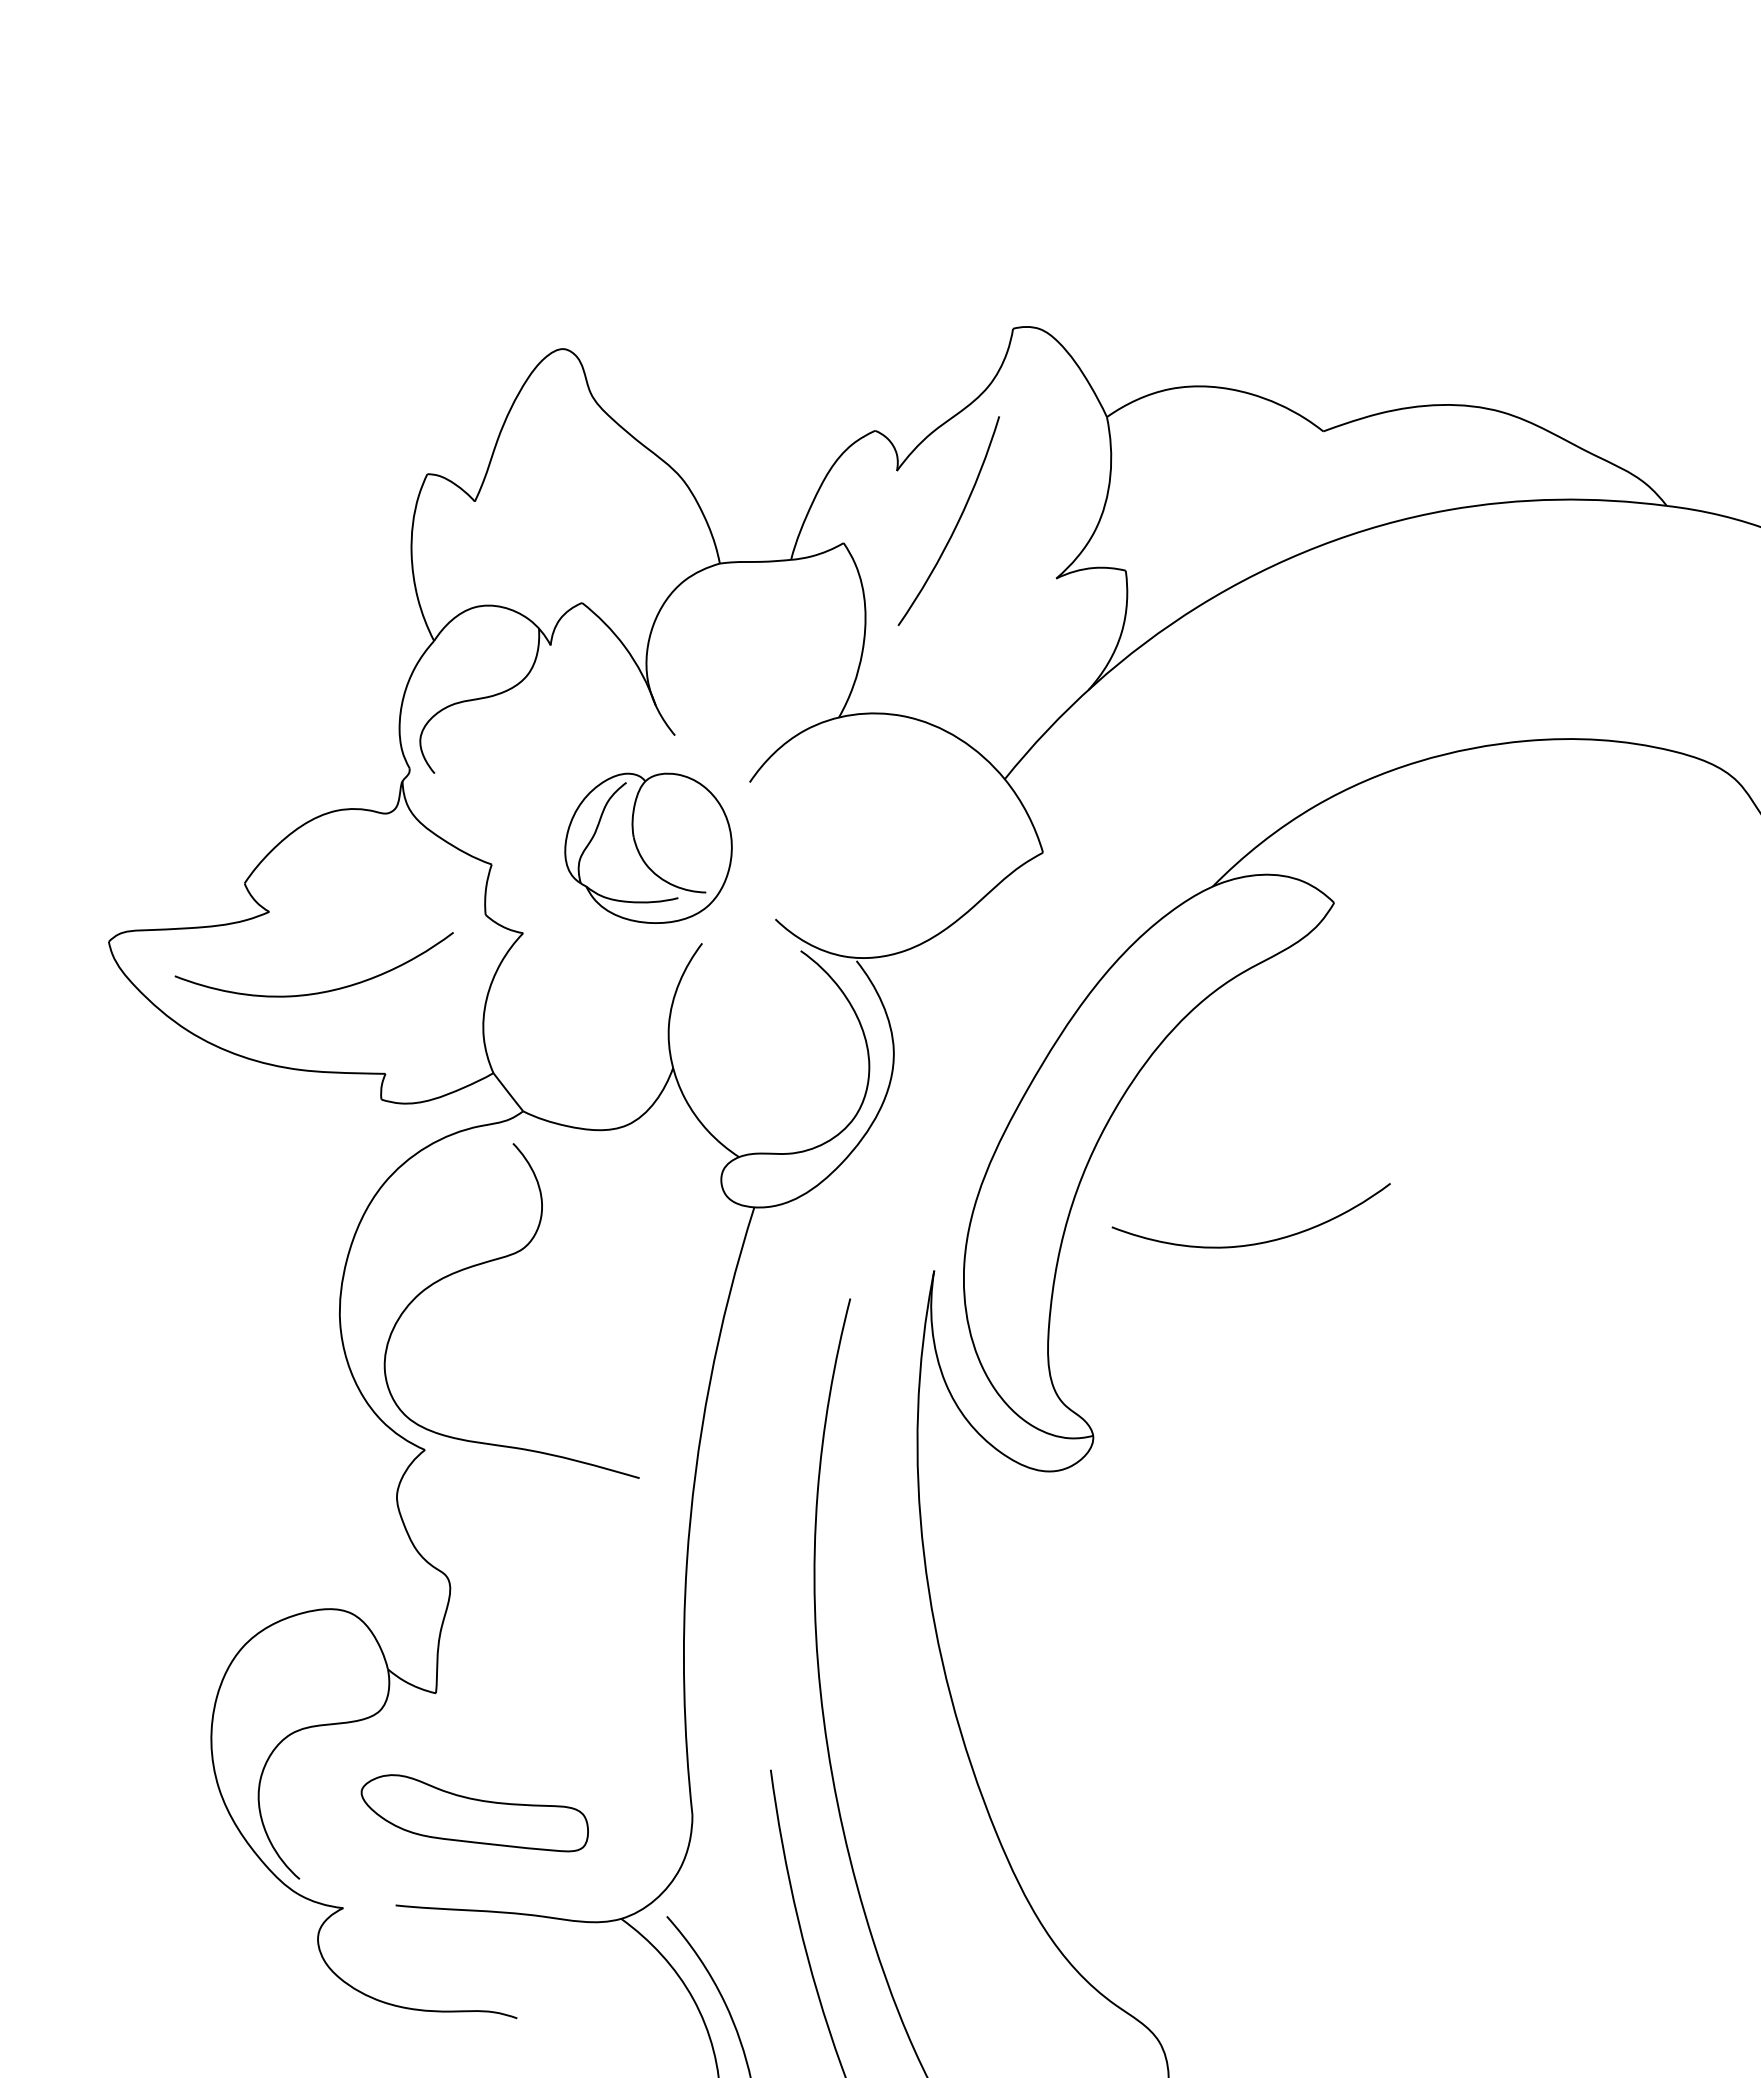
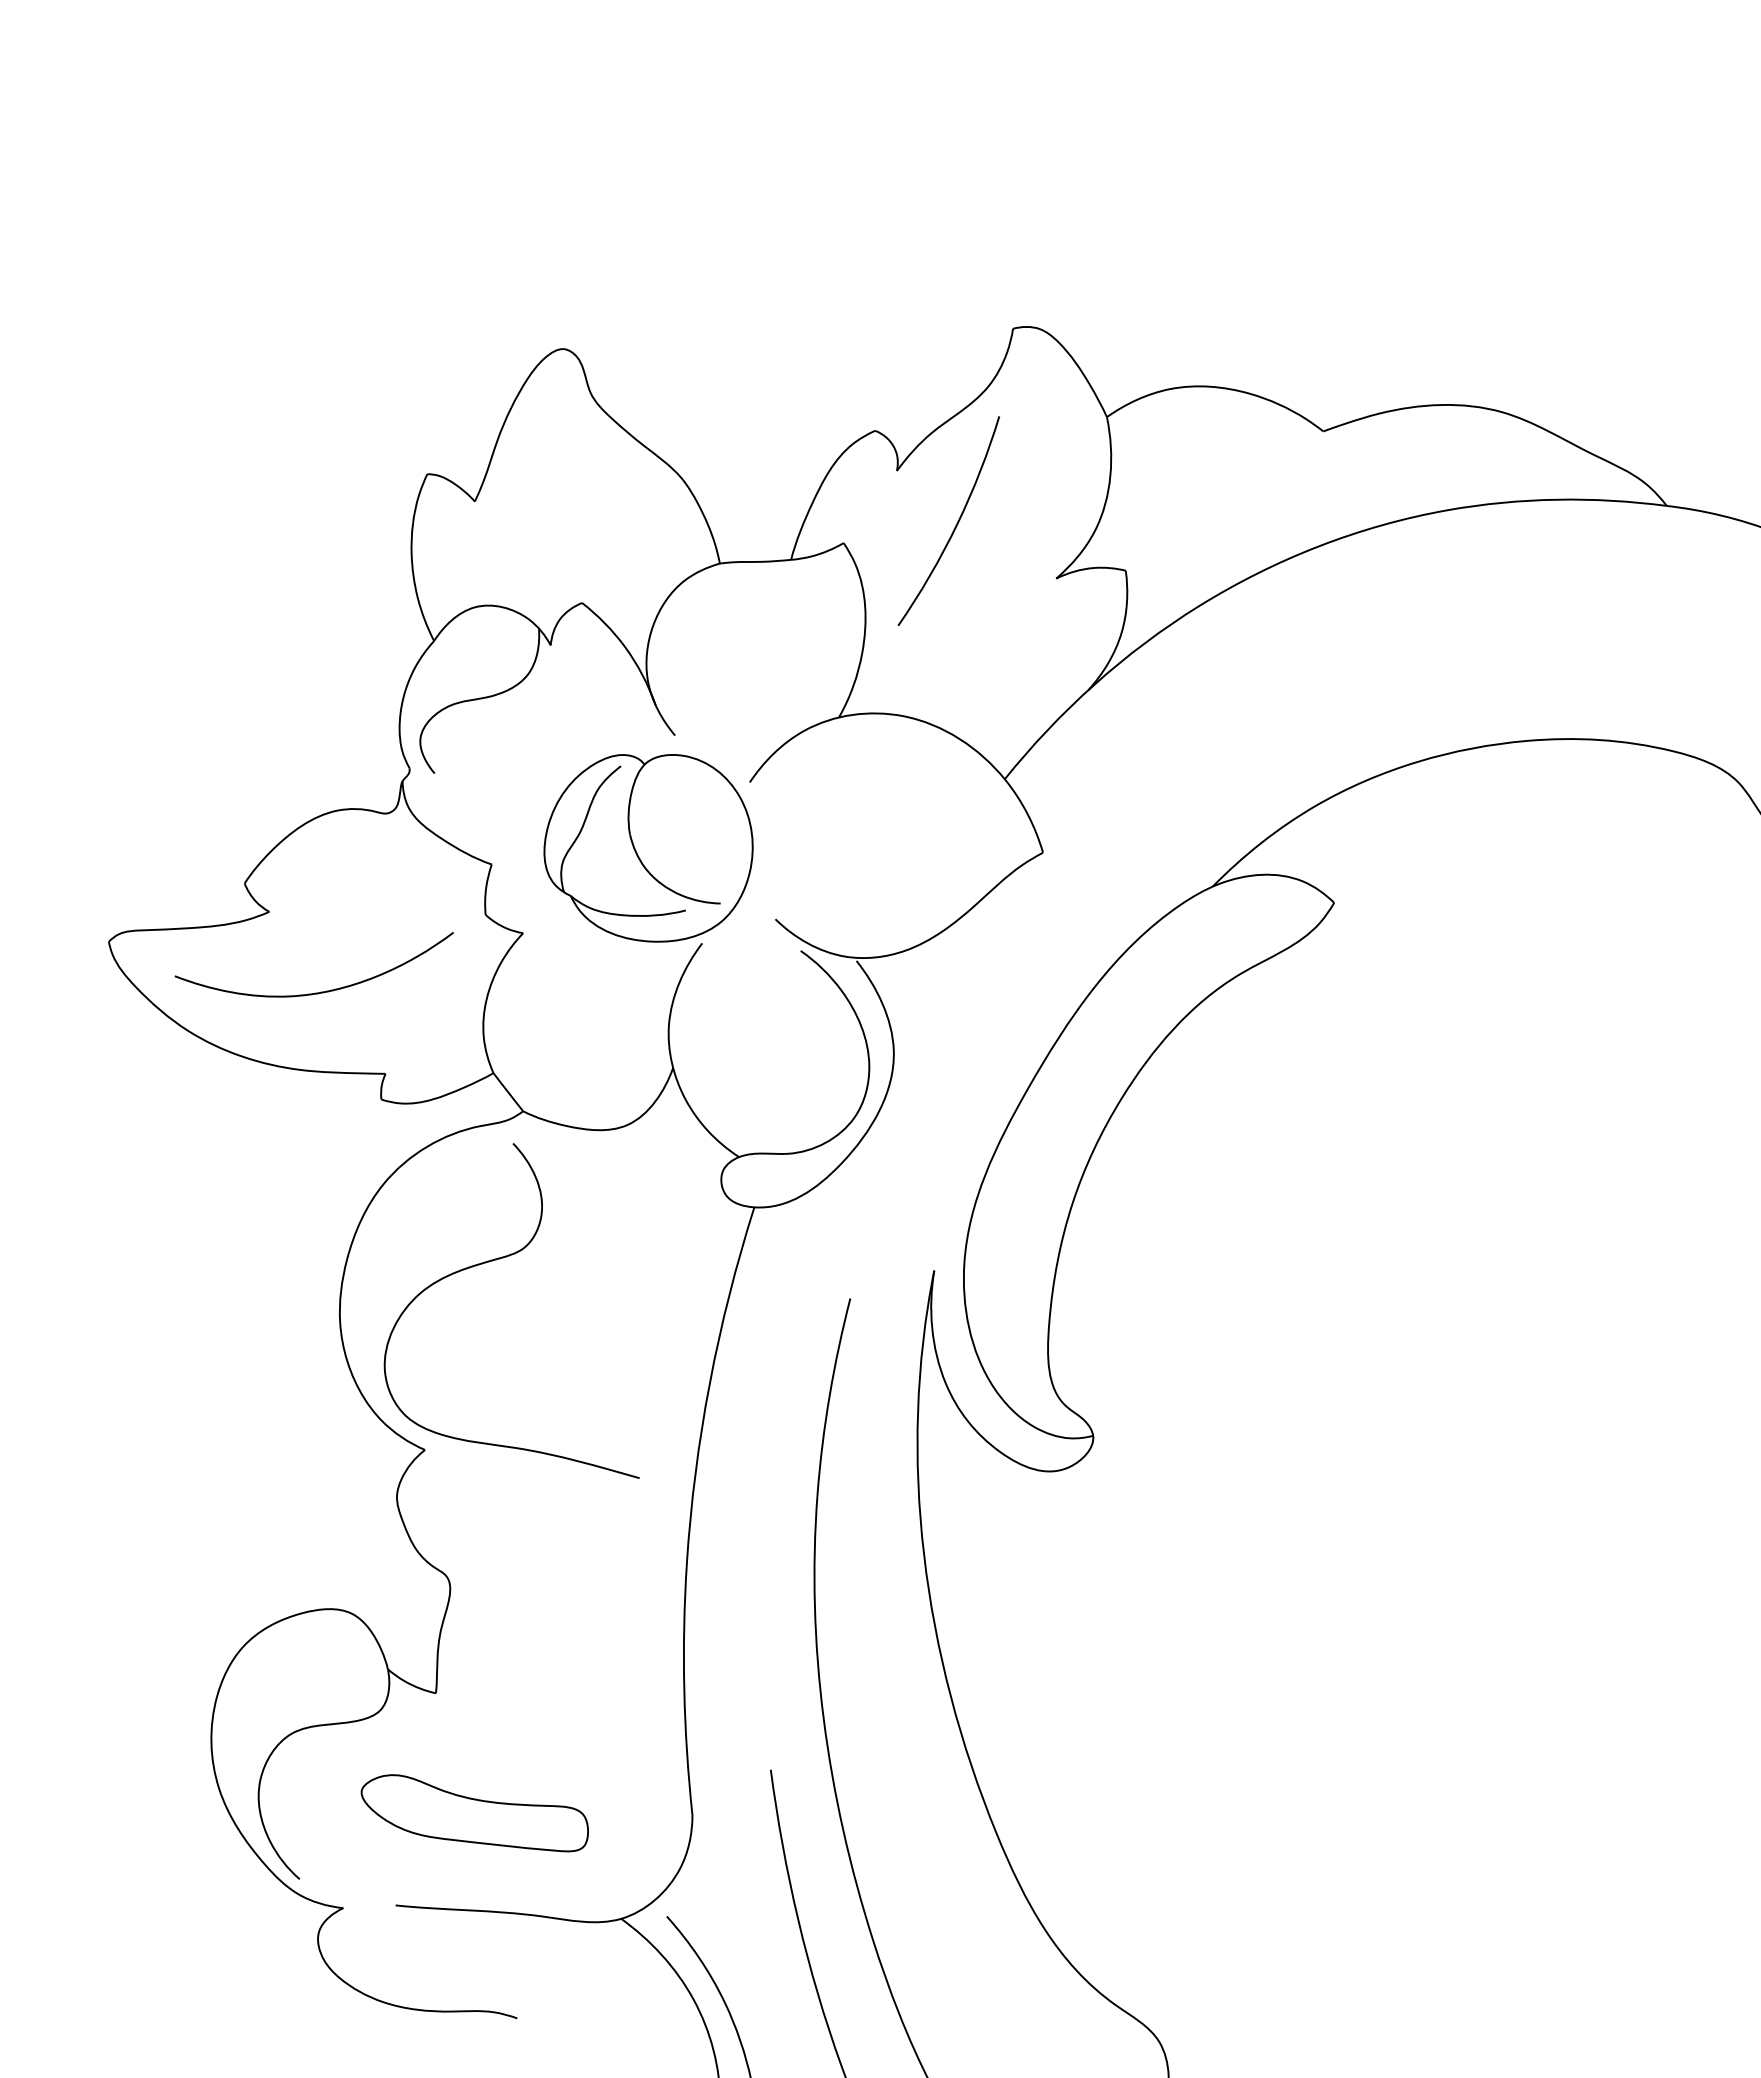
part at (648, 847) size: 169x152 px -> 211x189 px
curve at (1252, 1243): present -> none
